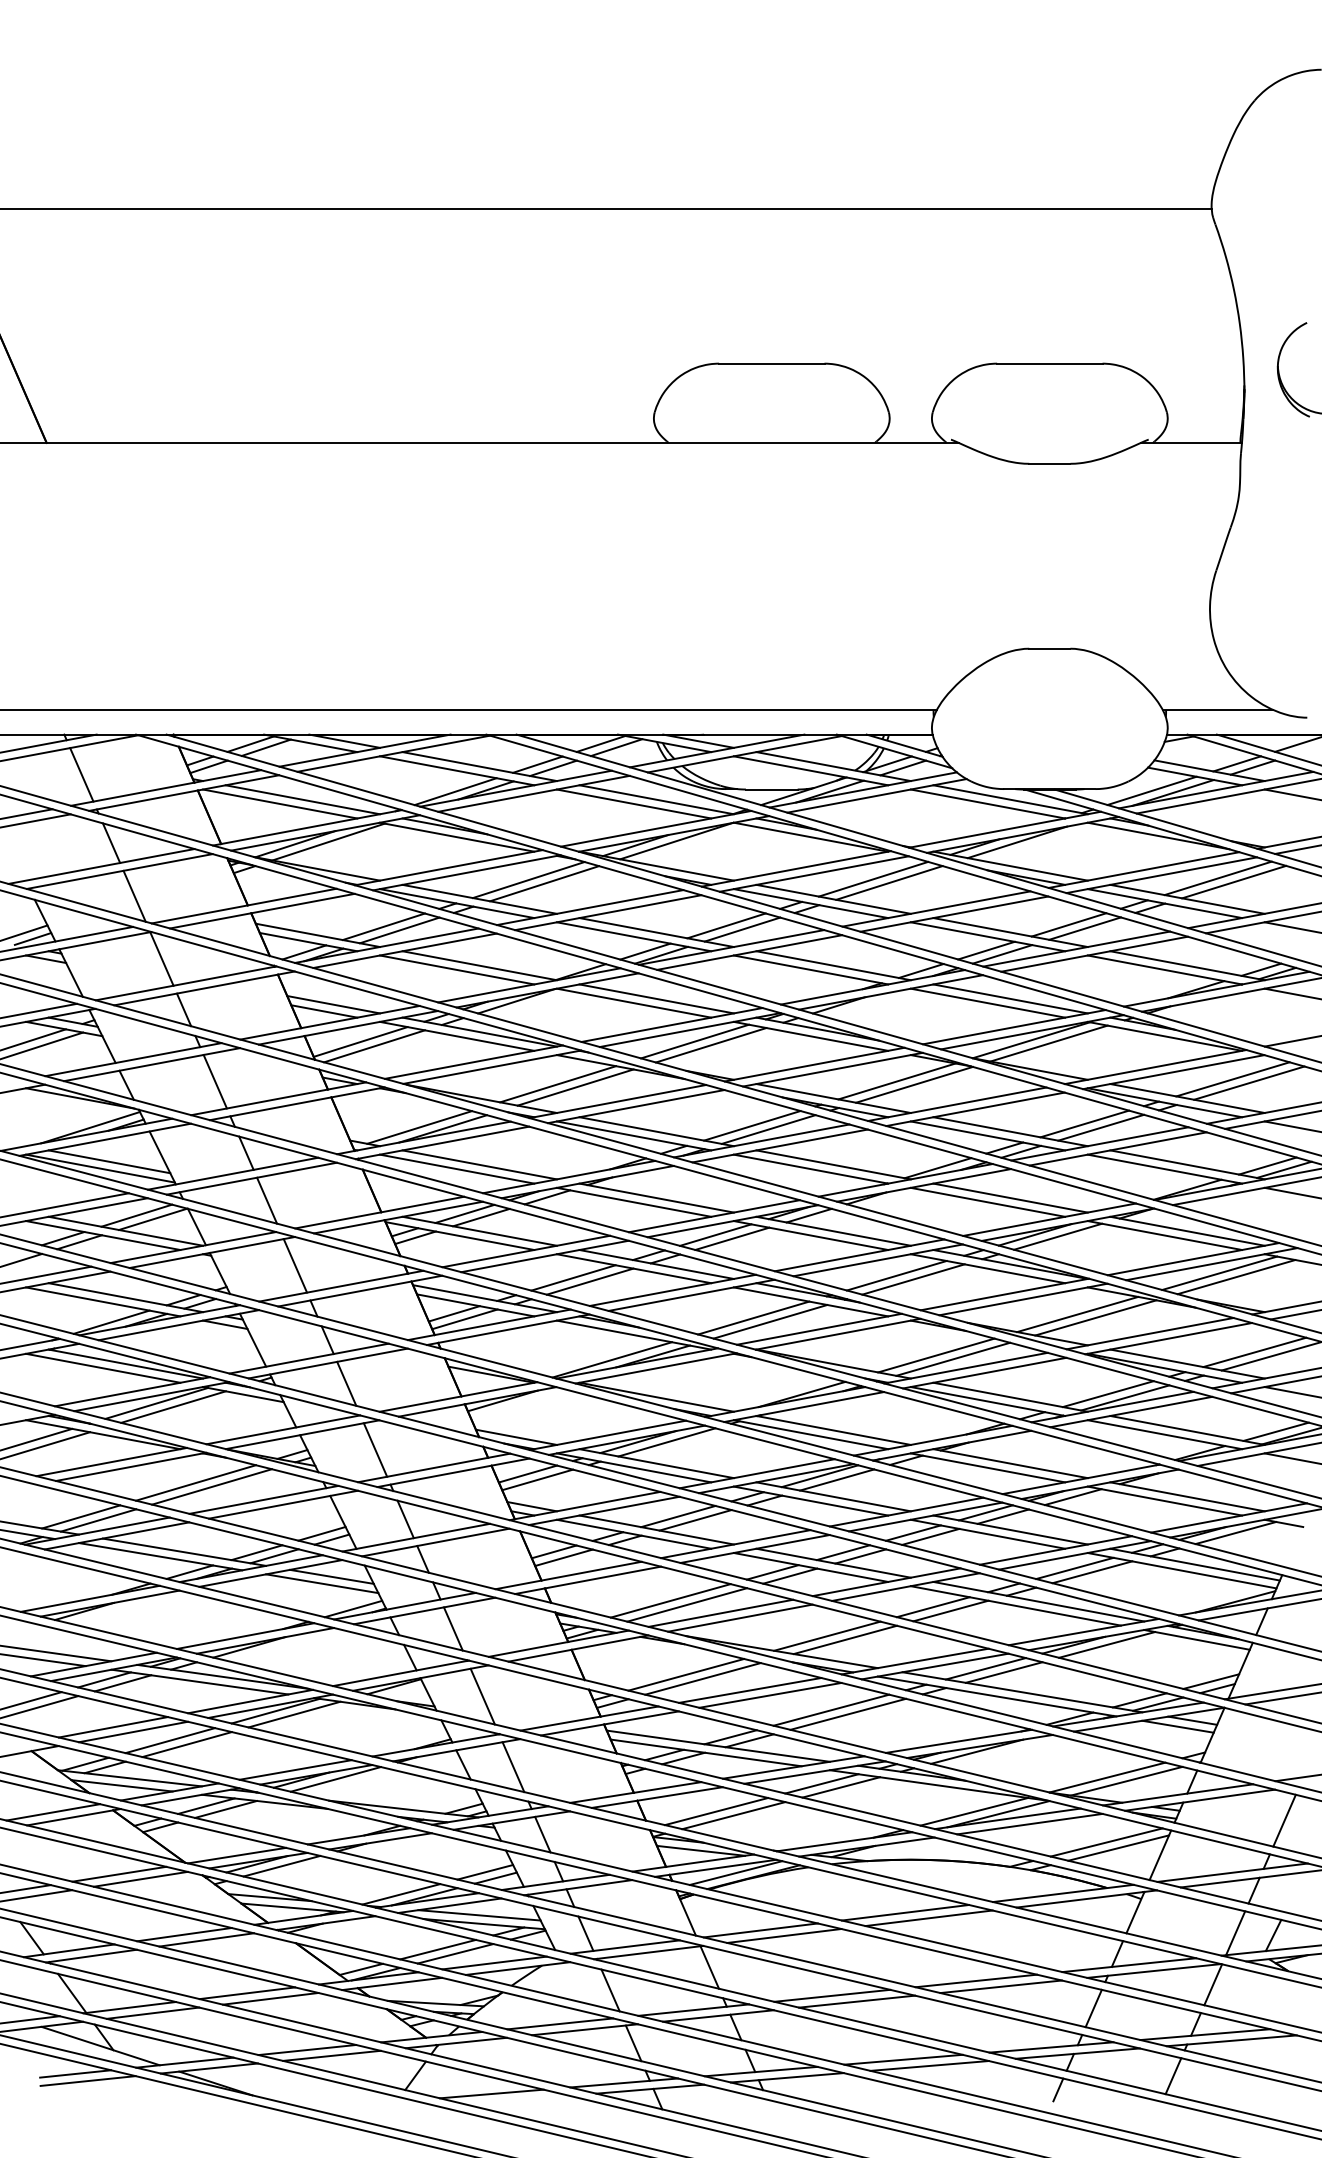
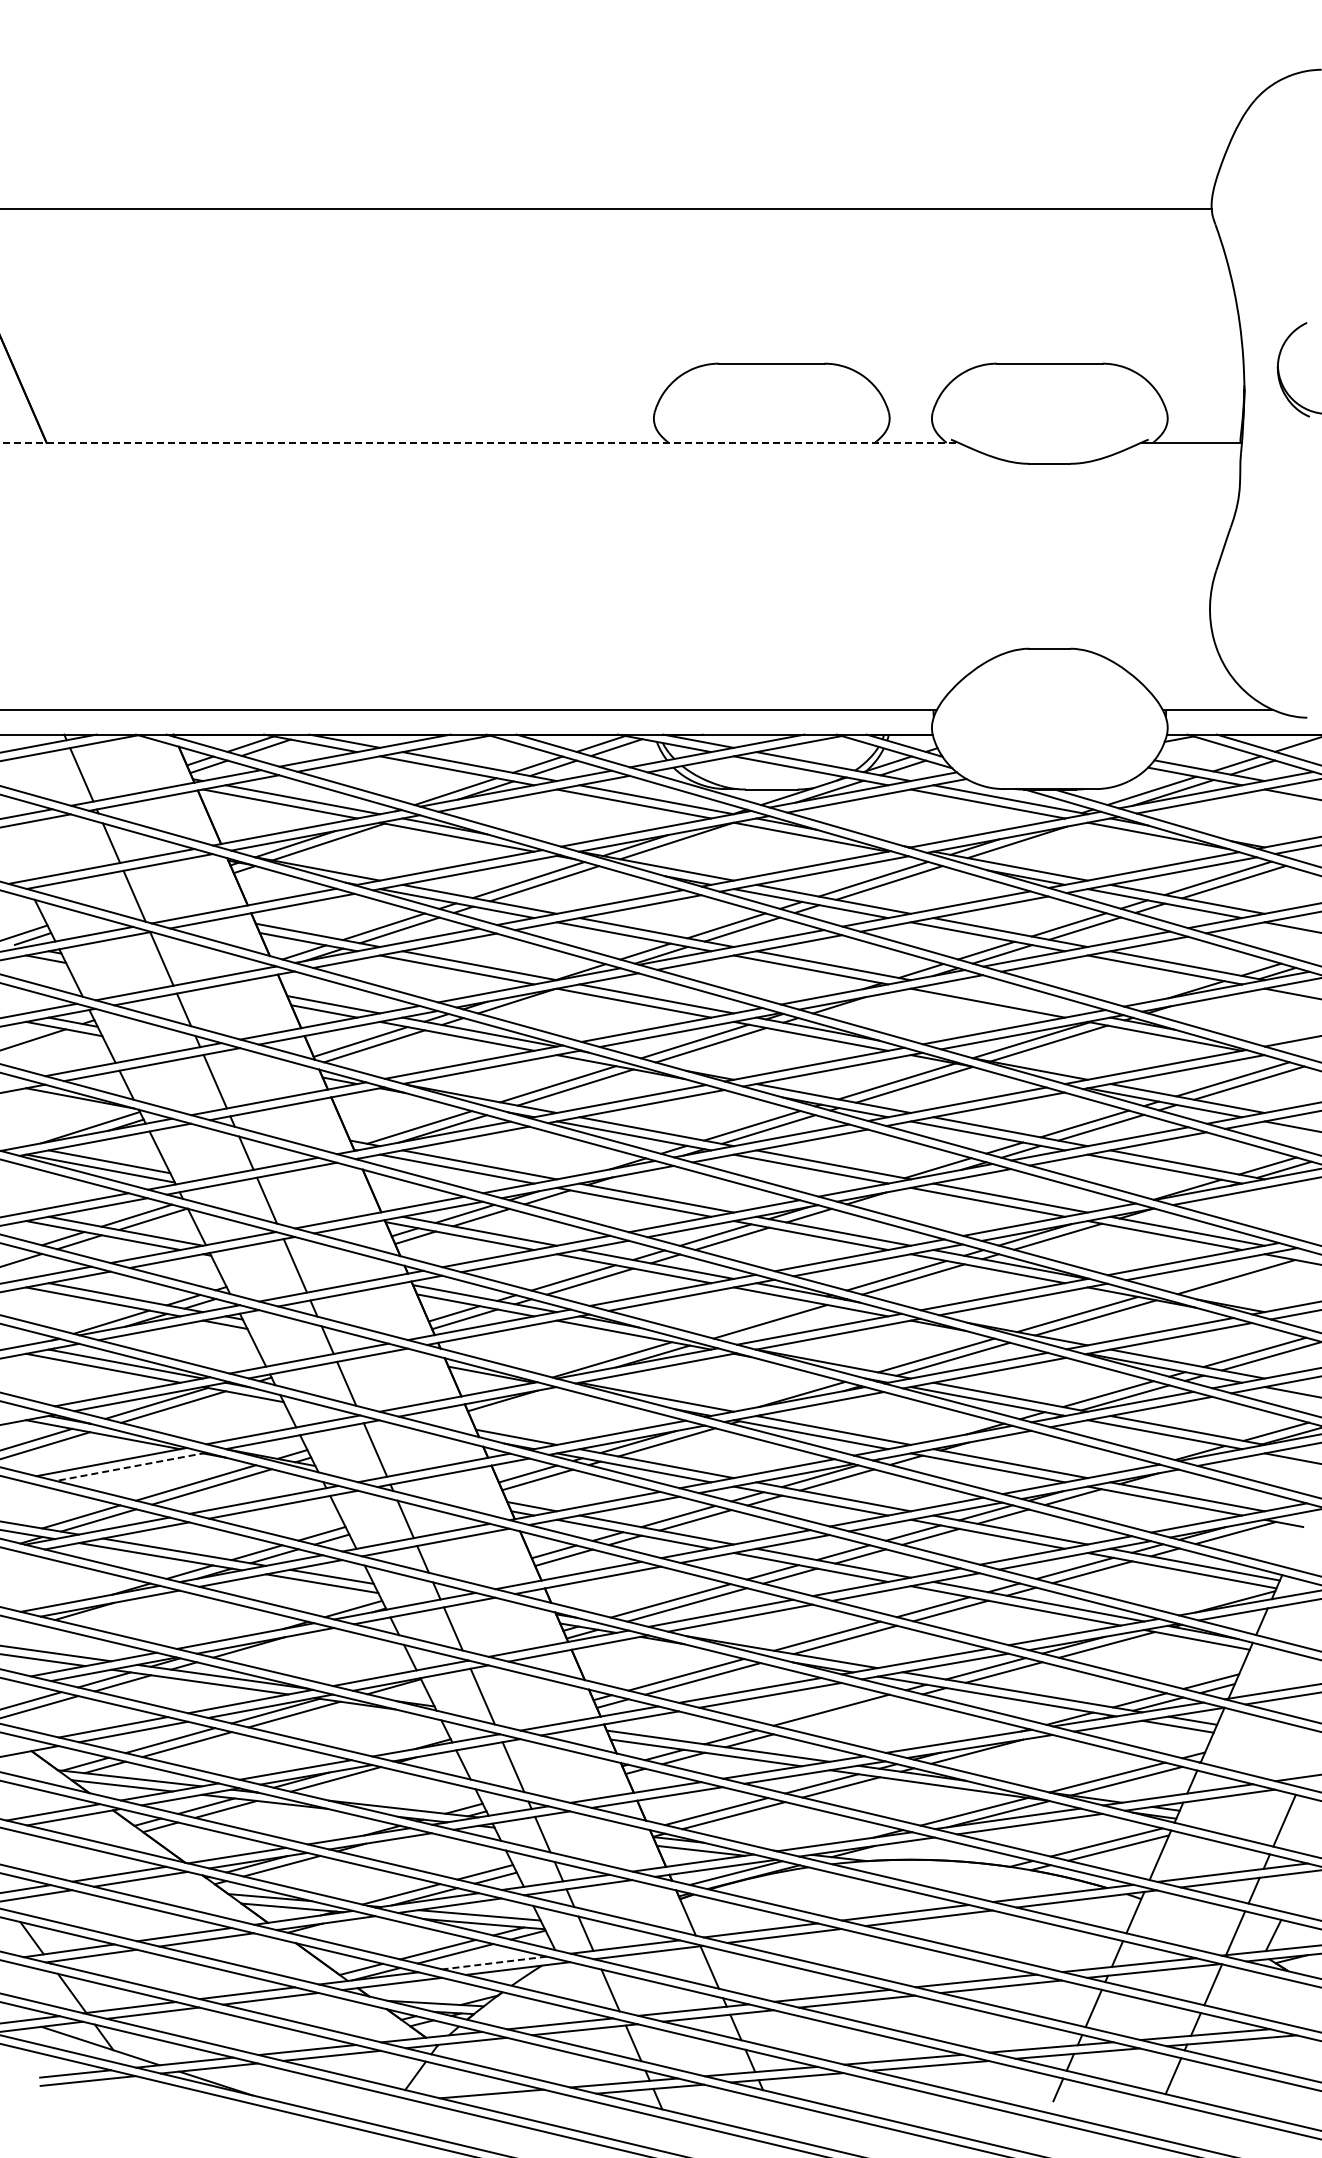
line at (479, 442): solid -> dashed
line at (1010, 998): present -> none
line at (42, 1045): present -> none
line at (1291, 1192): present -> none
line at (1219, 1272): present -> none
line at (753, 1317): present -> none
line at (130, 1466): solid -> dashed
line at (848, 1713): present -> none
line at (494, 1963): solid -> dashed
